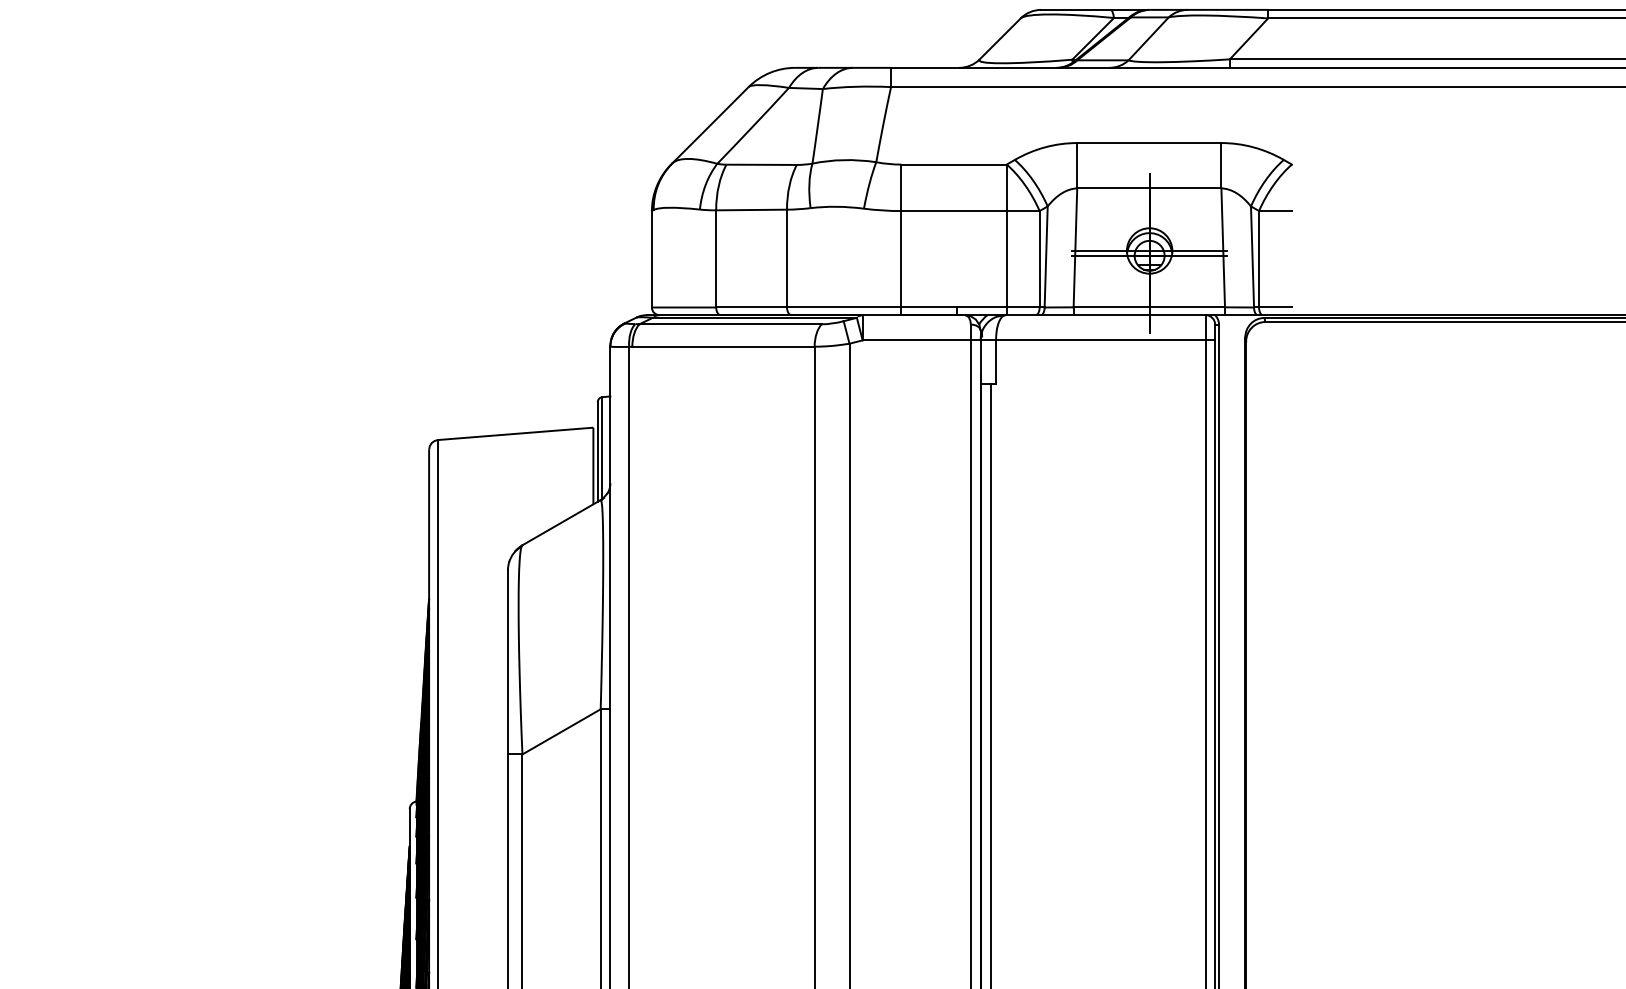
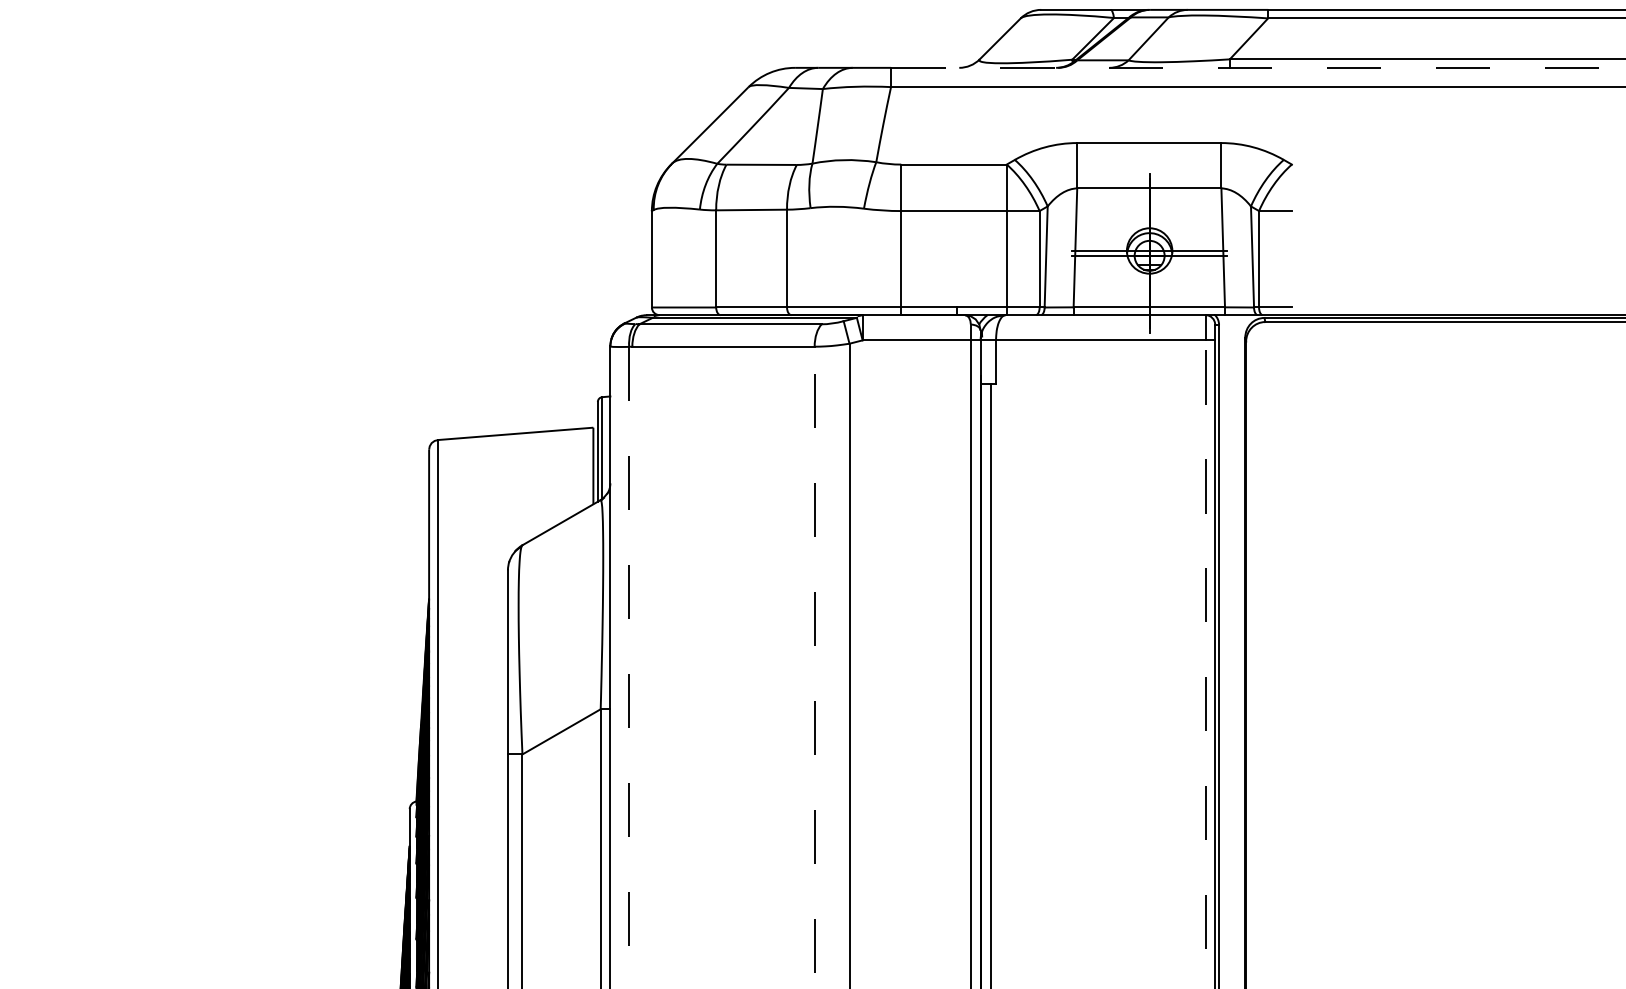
line at (1258, 67): solid -> dashed
line at (1205, 664): solid -> dashed
line at (629, 667): solid -> dashed
line at (814, 667): solid -> dashed
